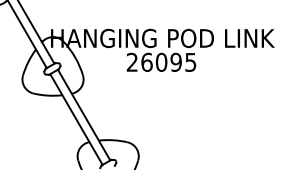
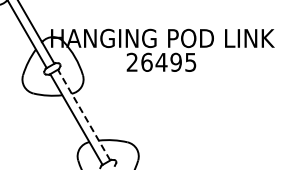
text at (161, 61): 26095 -> 26495
line at (83, 114): solid -> dashed
